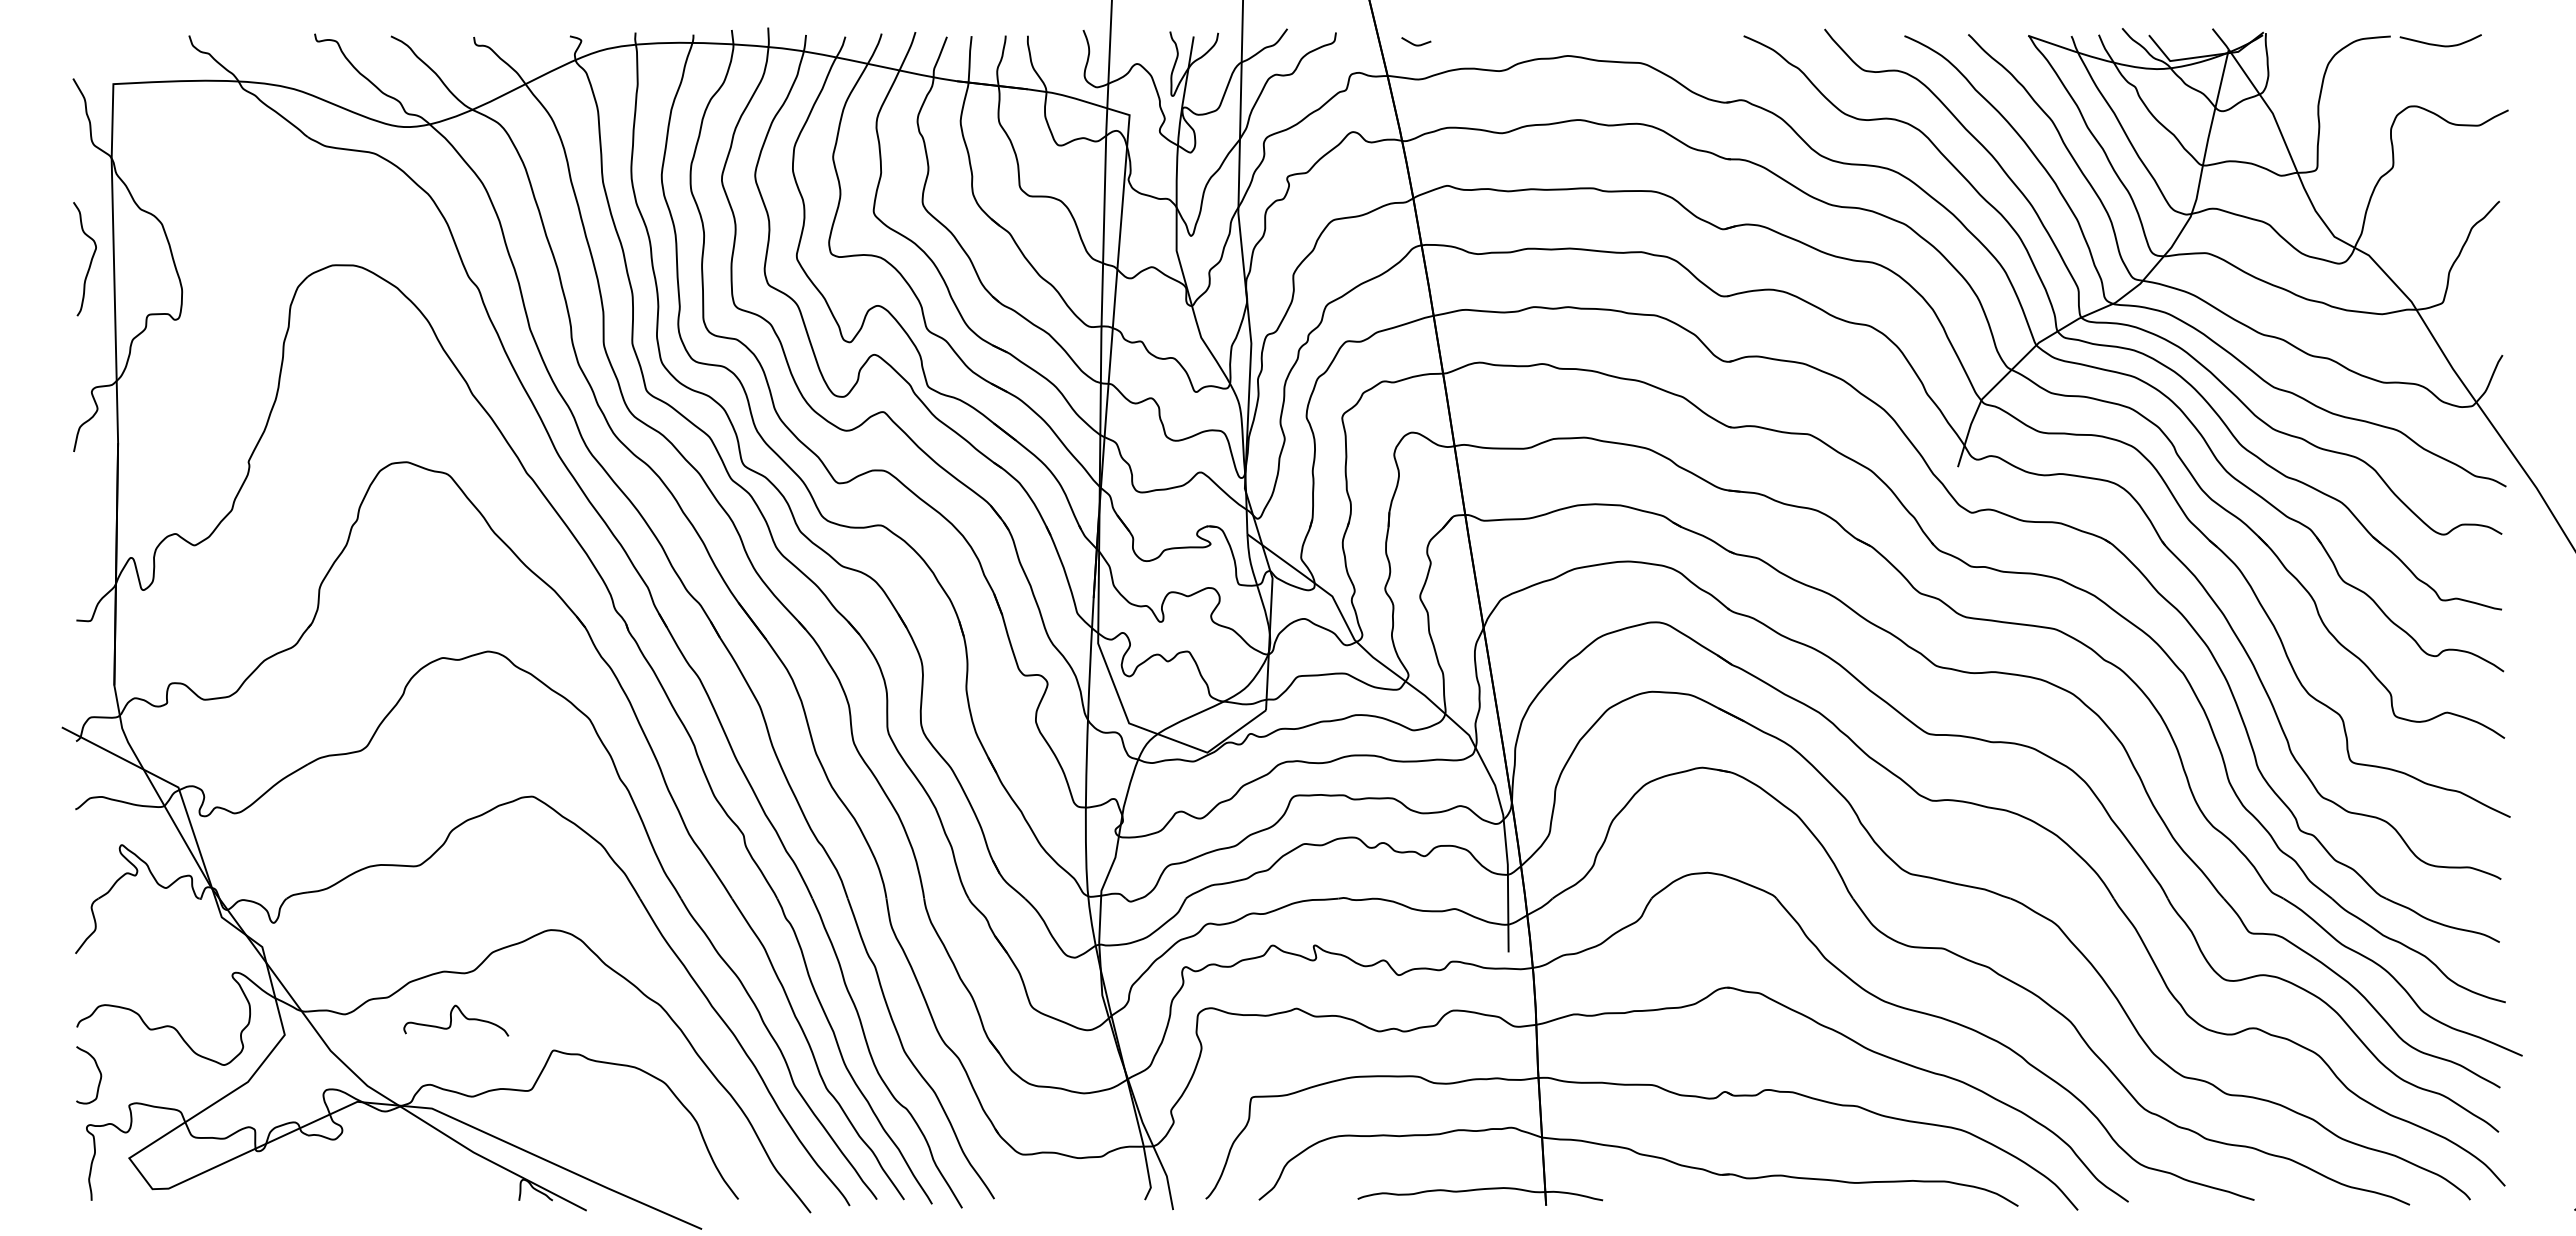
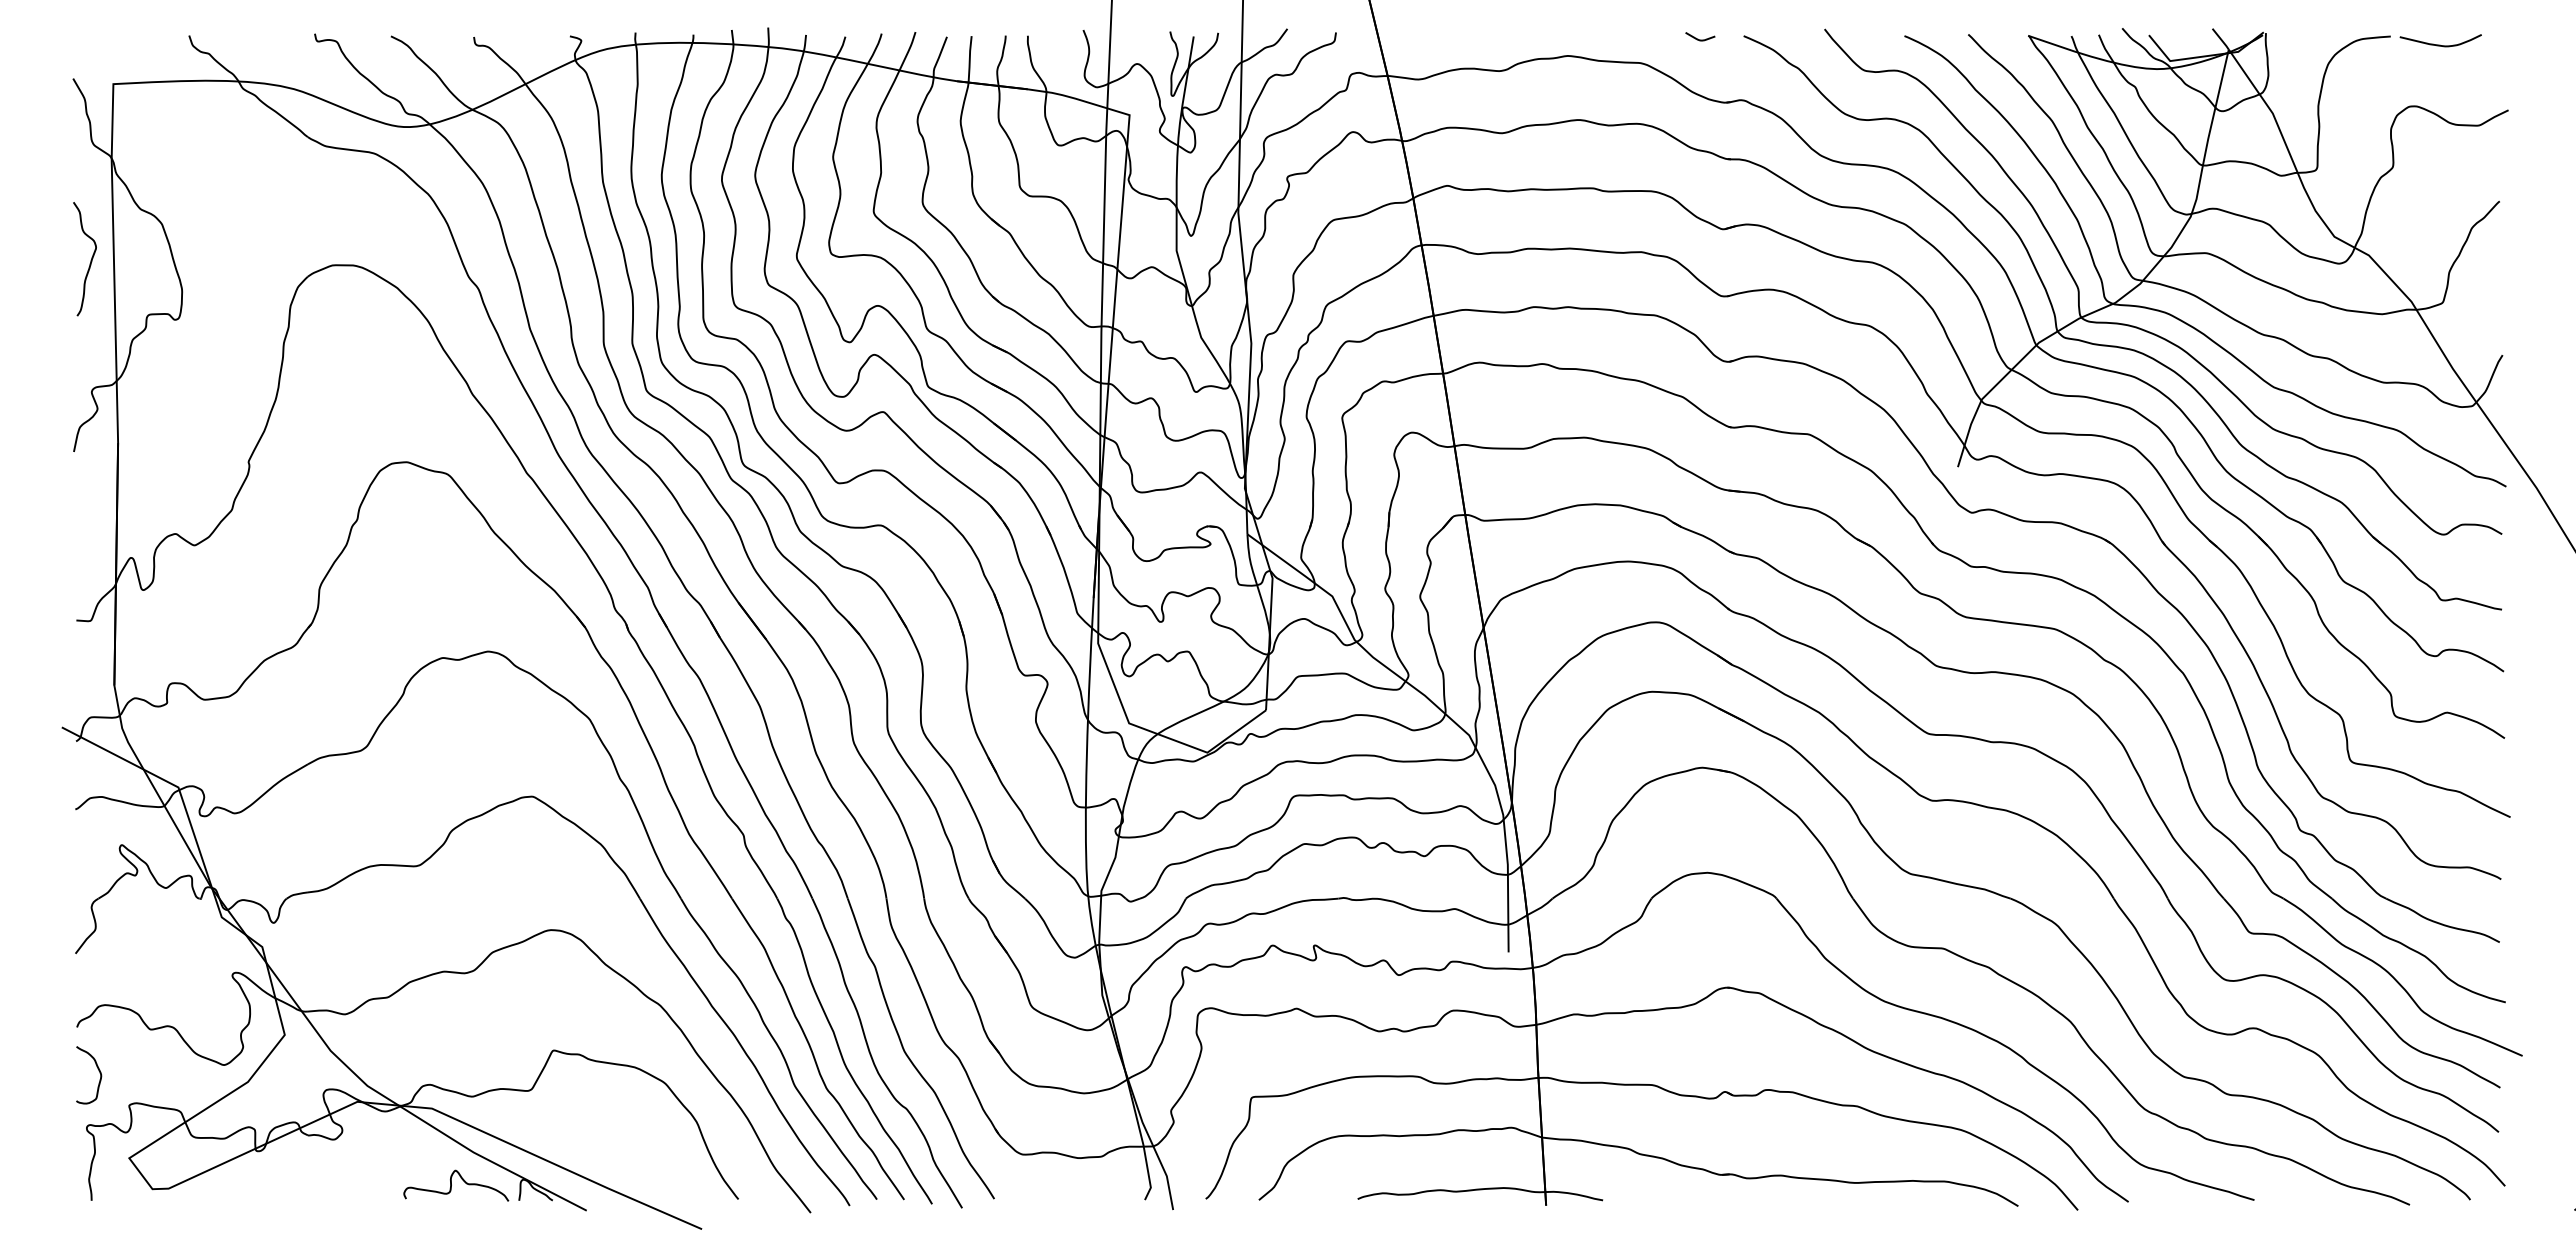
curve at (1414, 43) position: (1414, 43) -> (1698, 38)
curve at (451, 1020) position: (451, 1020) -> (451, 1185)
